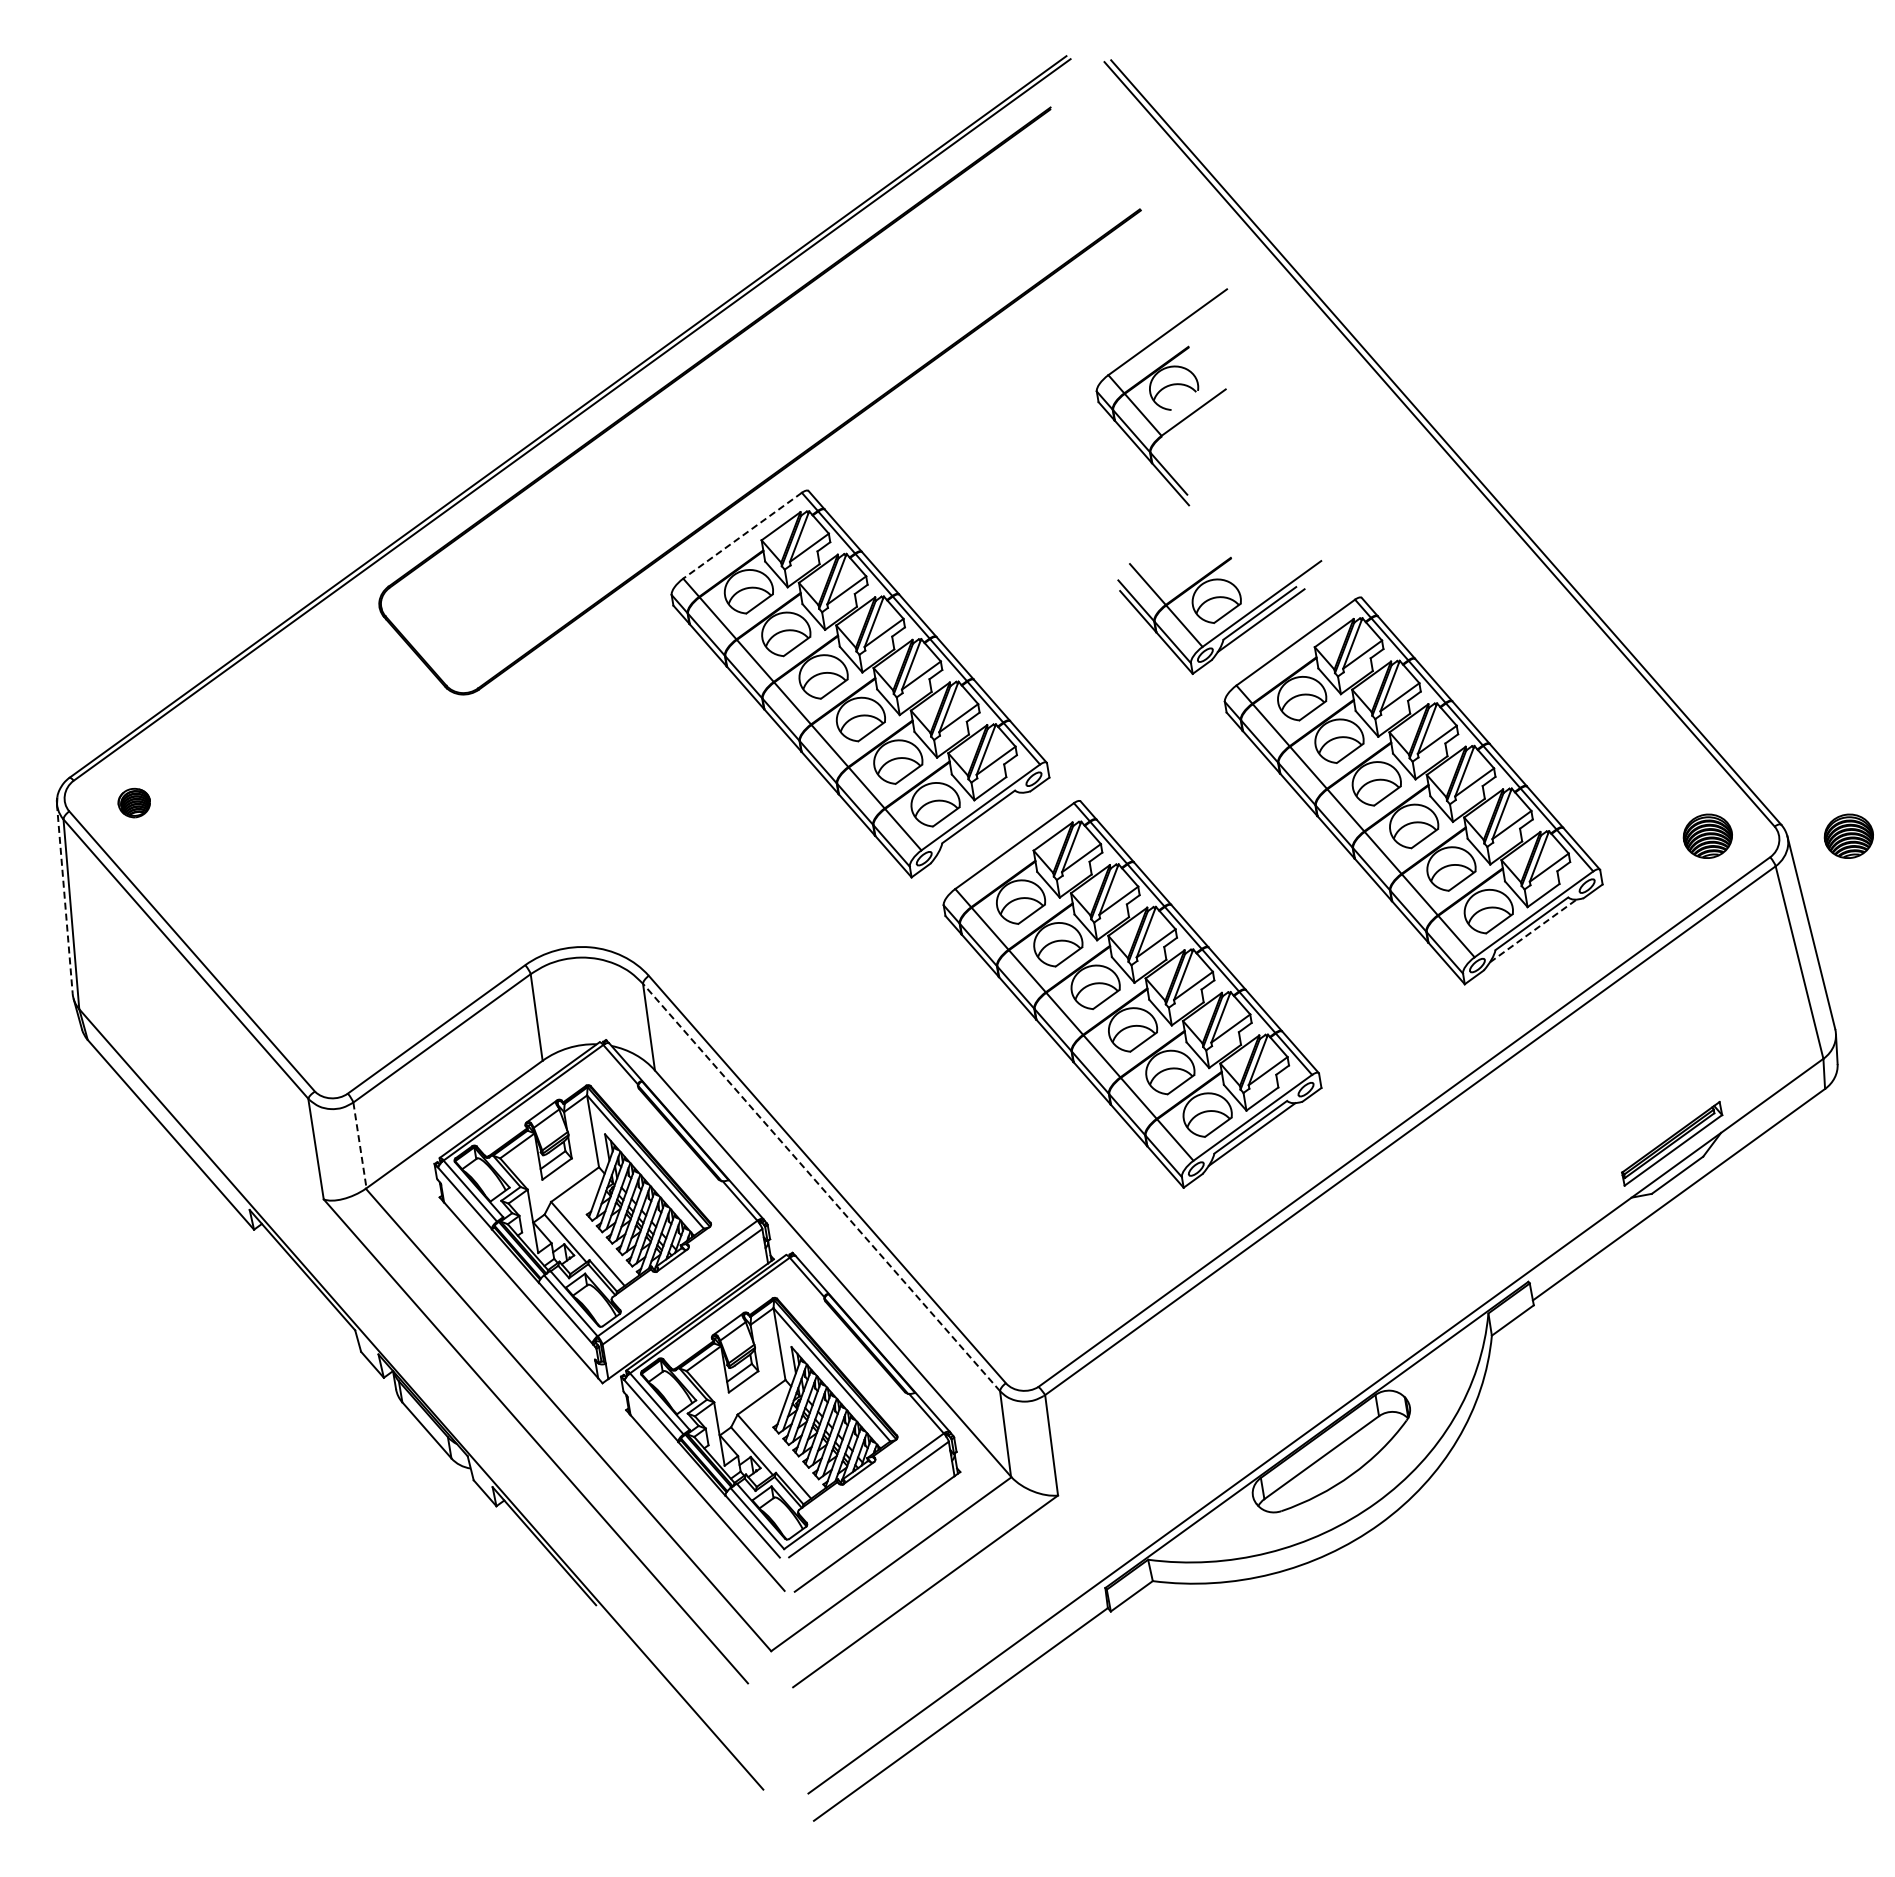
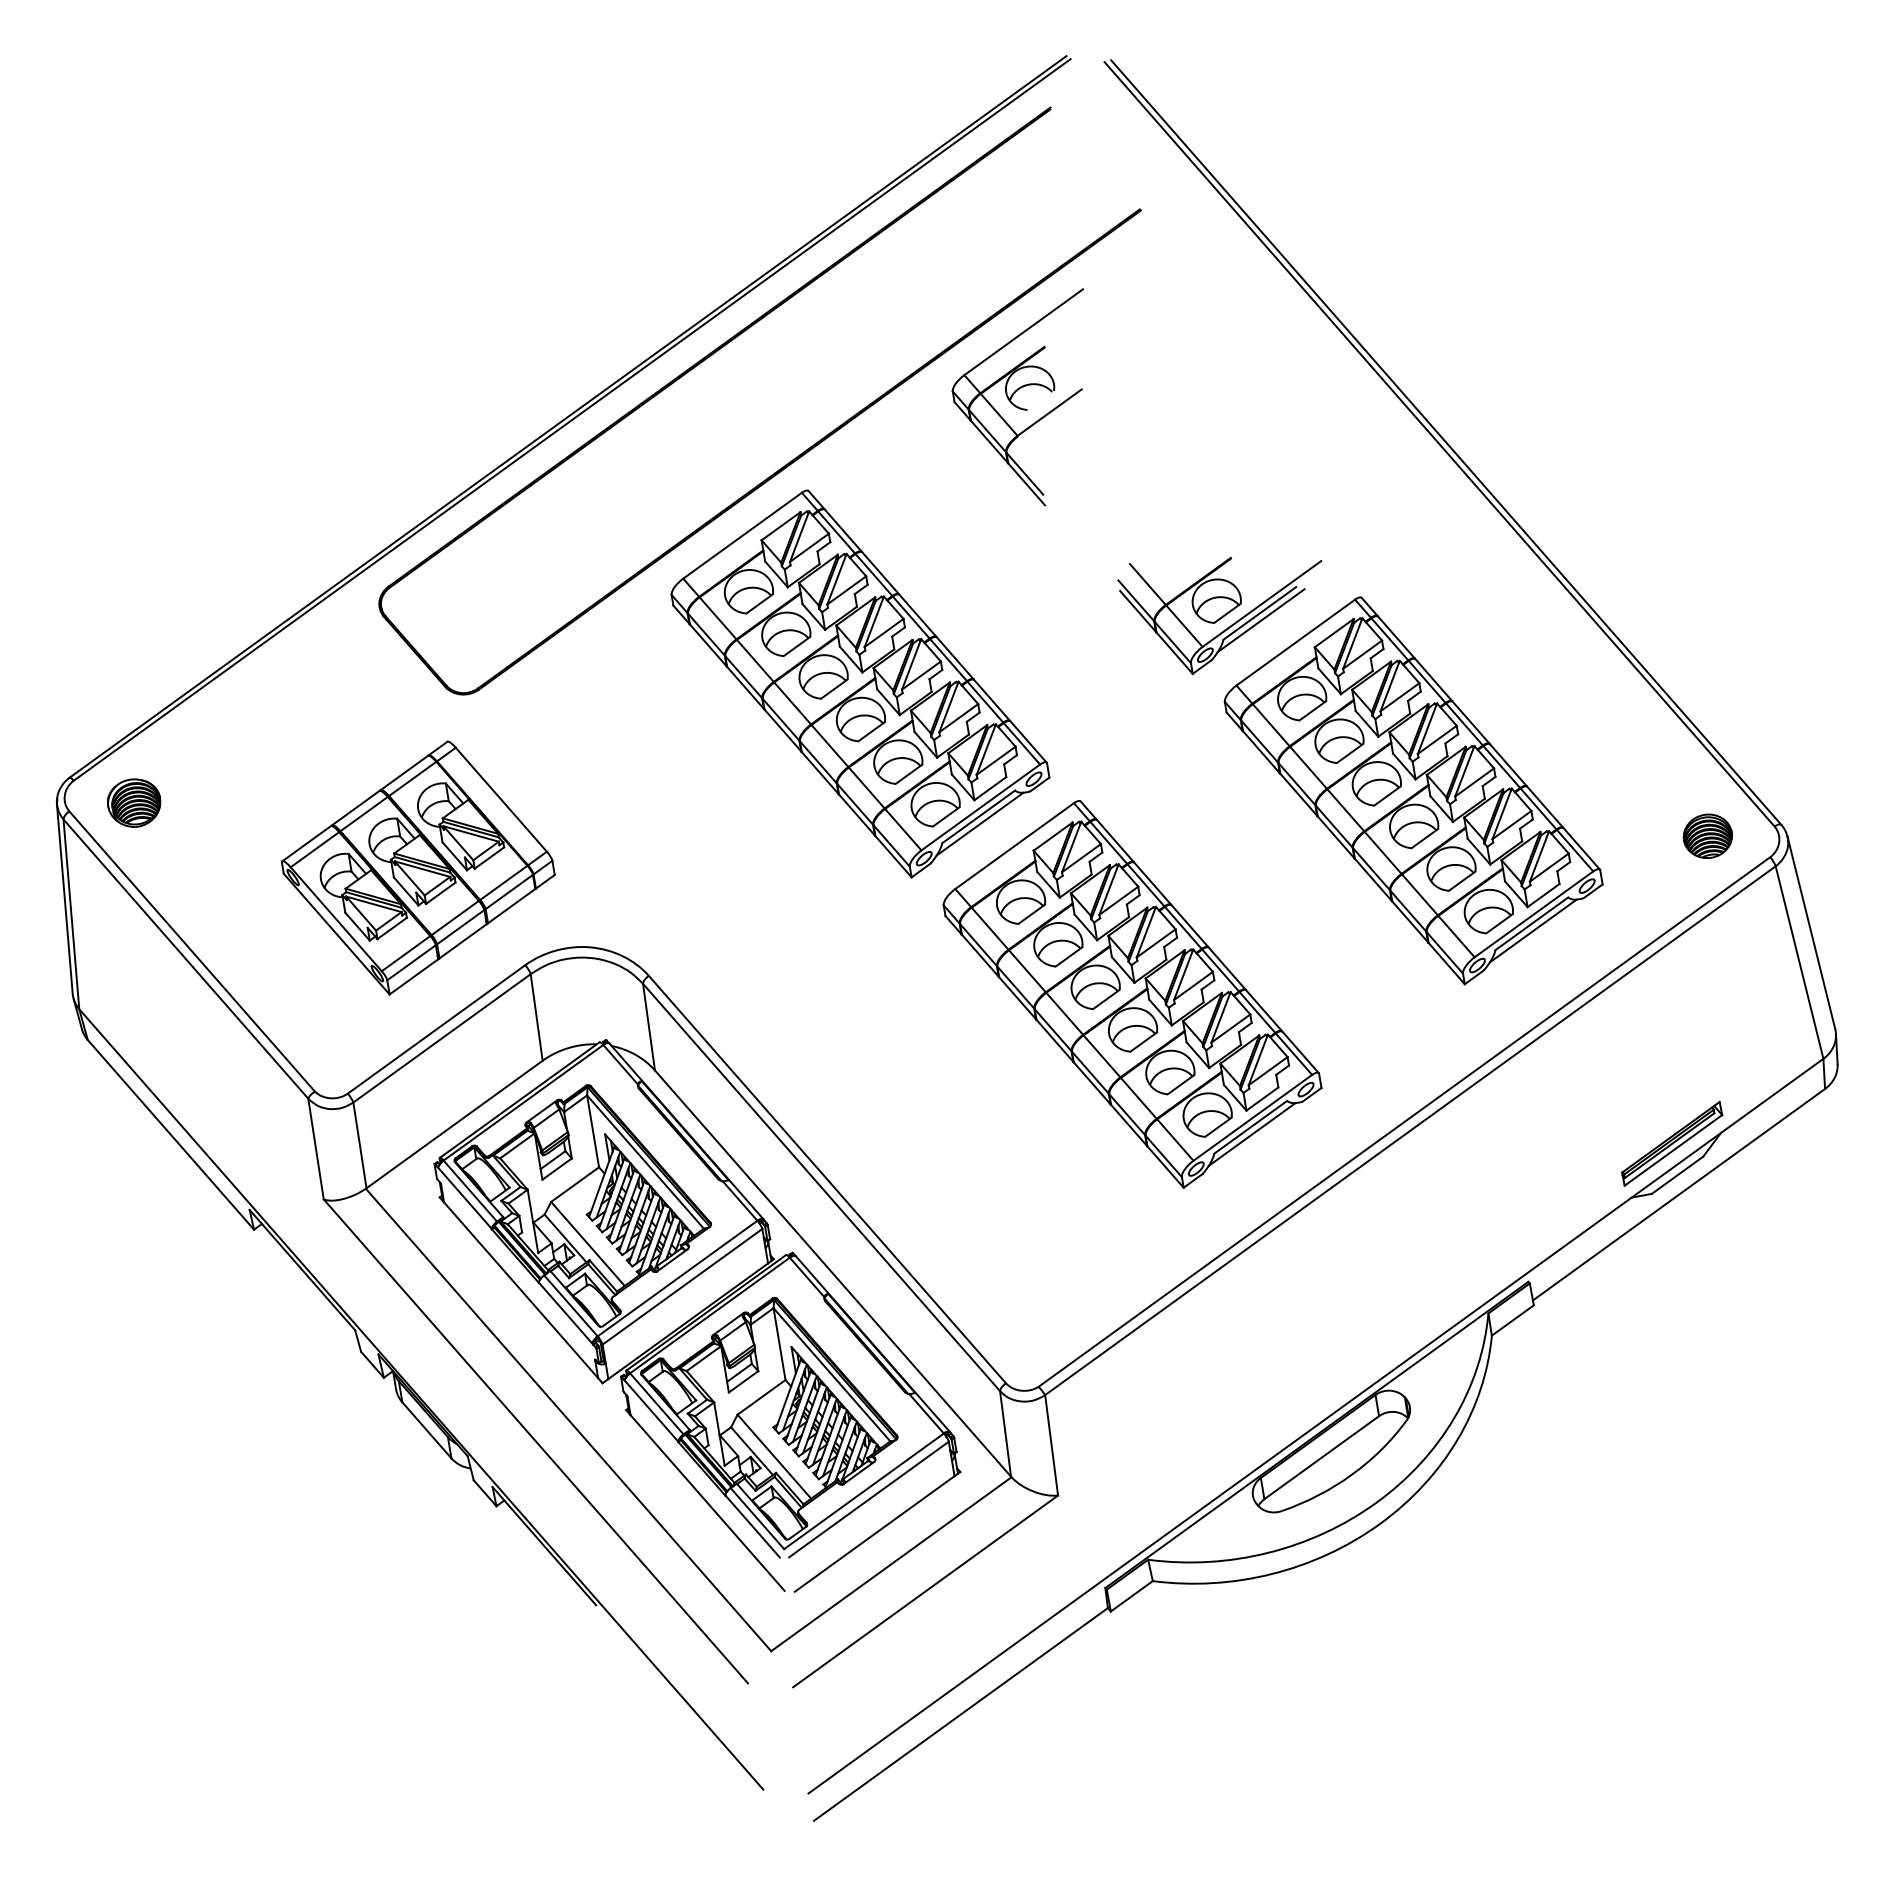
part at (1161, 397) position: (1161, 397) -> (1017, 397)
line at (742, 536): dashed -> solid
part at (133, 802) size: 34x32 px -> 55x50 px
line at (979, 823): none -> present
part at (1848, 835): present -> none
part at (418, 867): none -> present
line at (64, 899): dashed -> solid
line at (1533, 931): dashed -> solid
line at (360, 1145): dashed -> solid
line at (821, 1187): dashed -> solid
